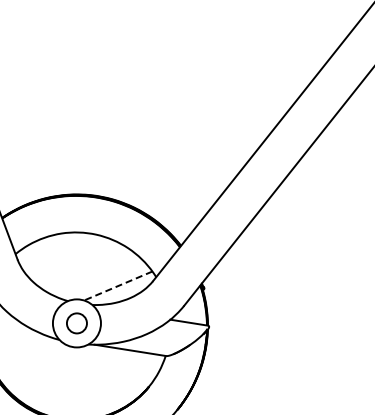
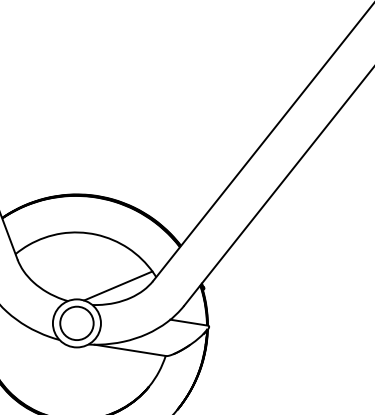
line at (117, 286): dashed -> solid
circle at (76, 323) diameter: 20 px -> 33 px
